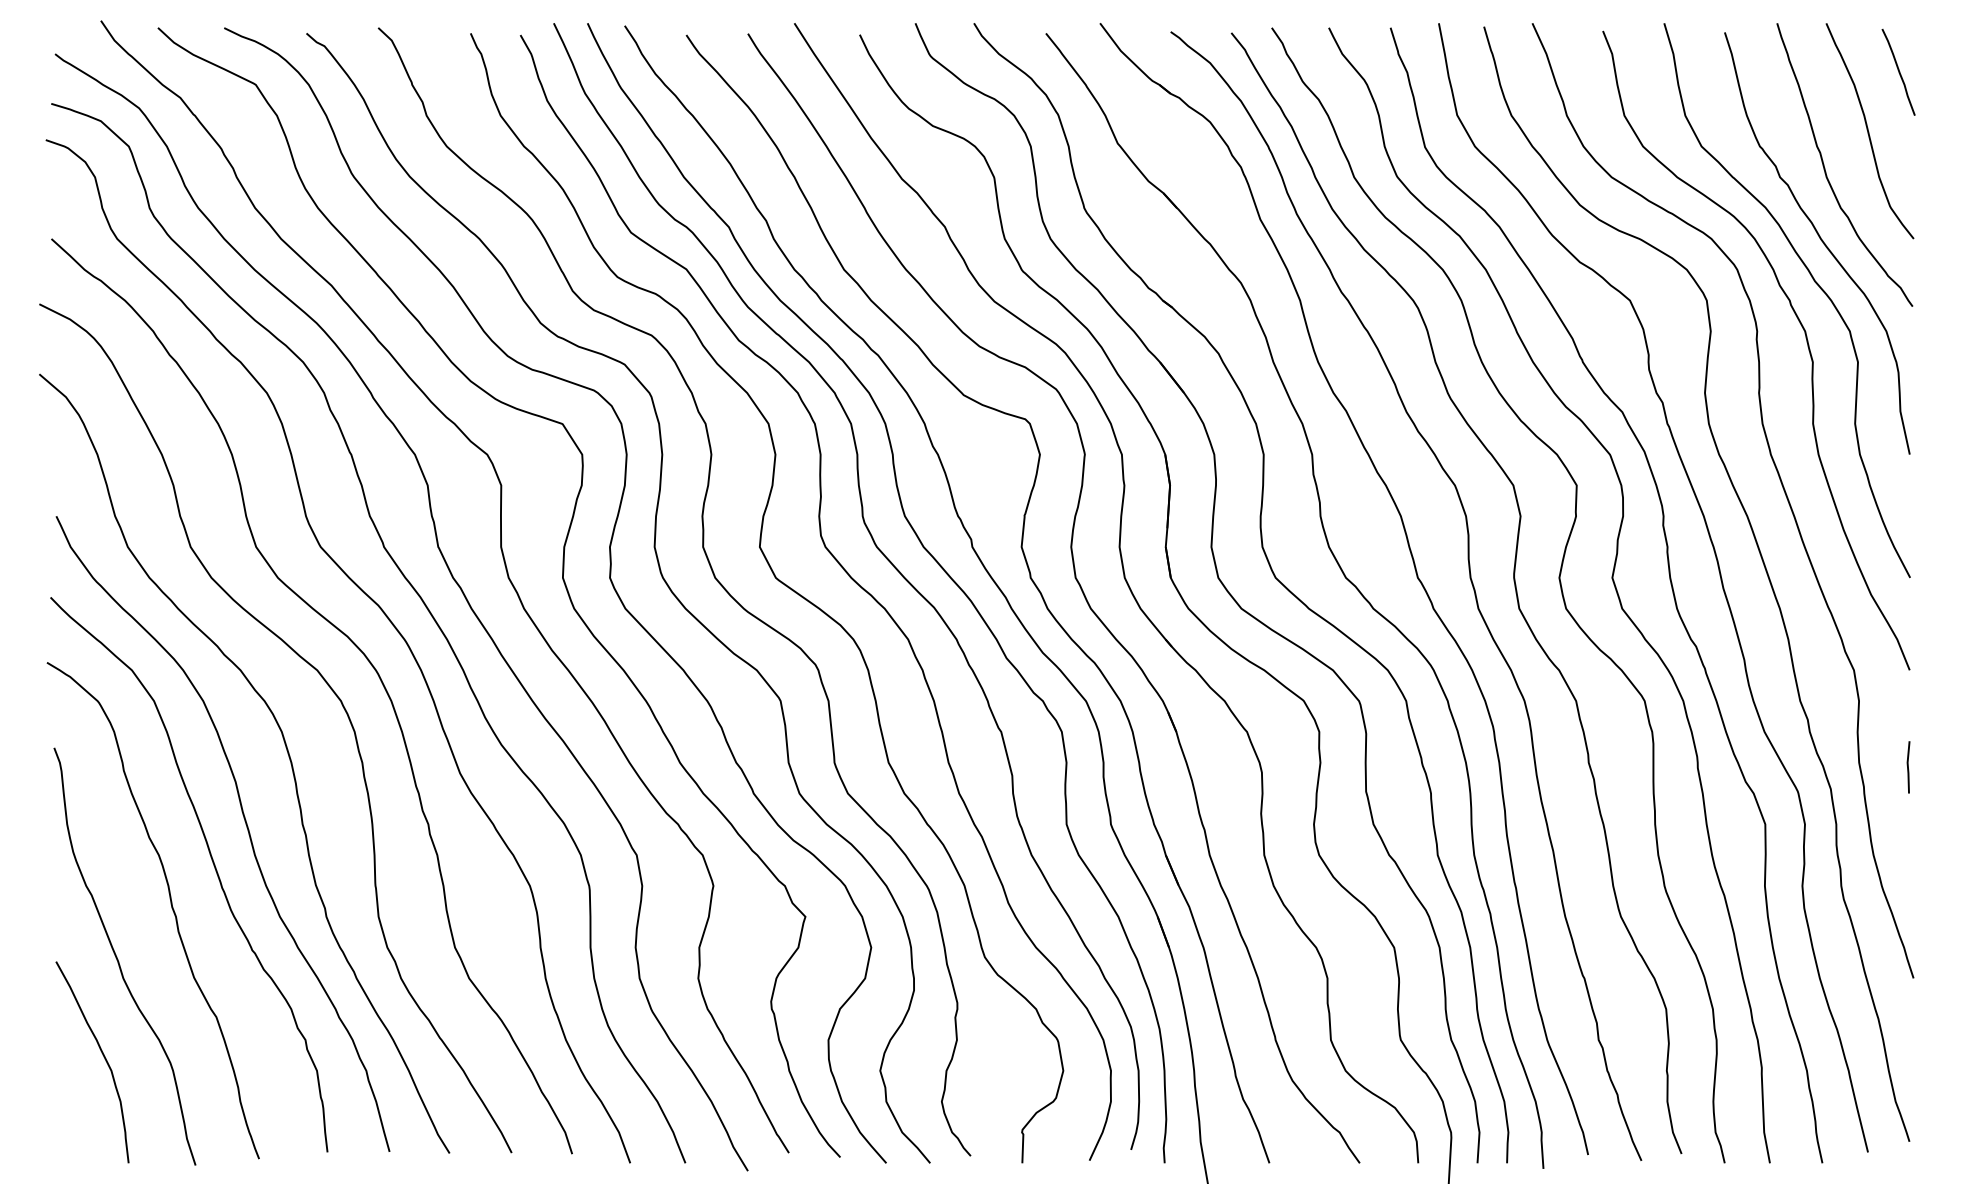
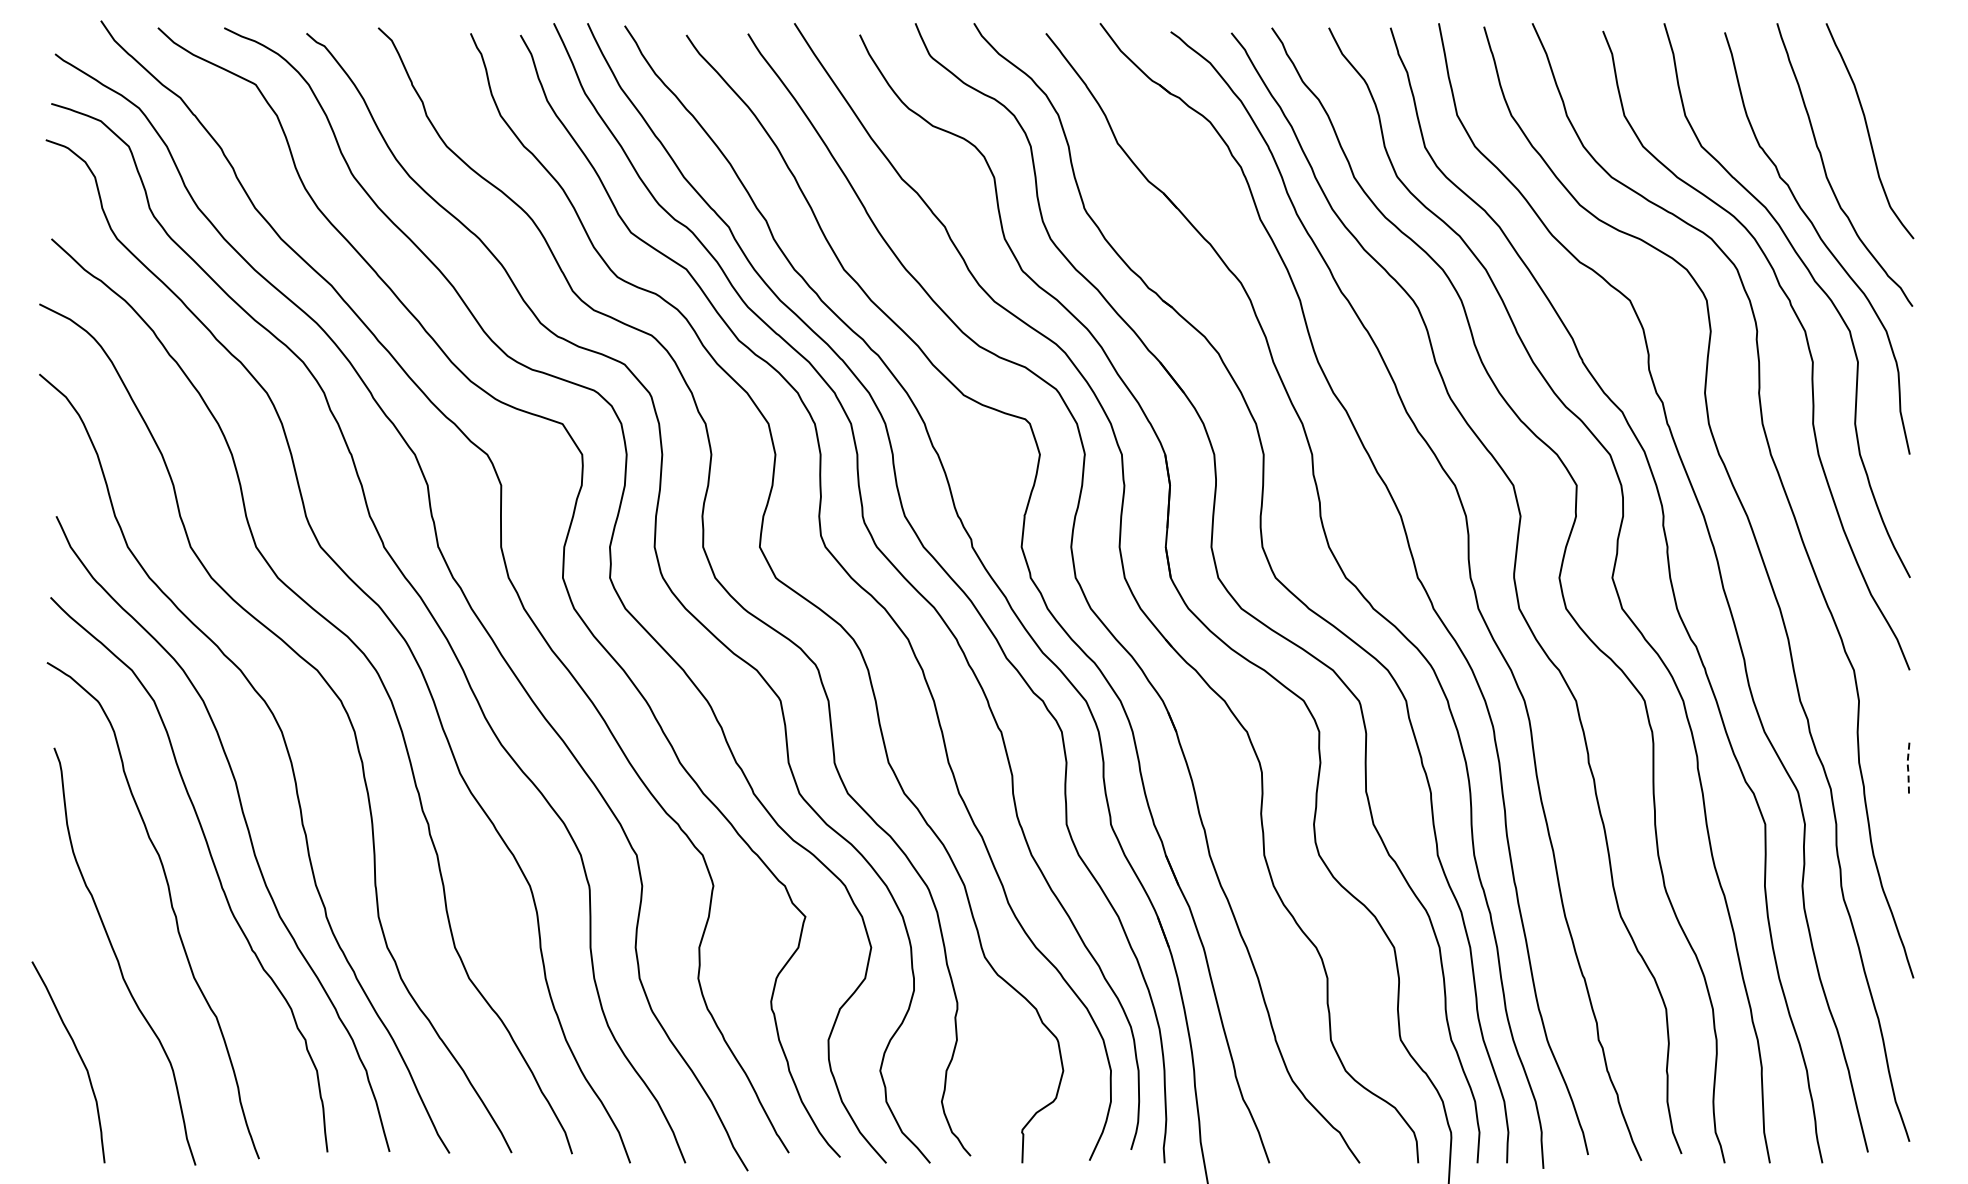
curve at (1898, 72): present -> none
line at (1907, 767): solid -> dashed
curve at (103, 1057) position: (103, 1057) -> (79, 1057)
